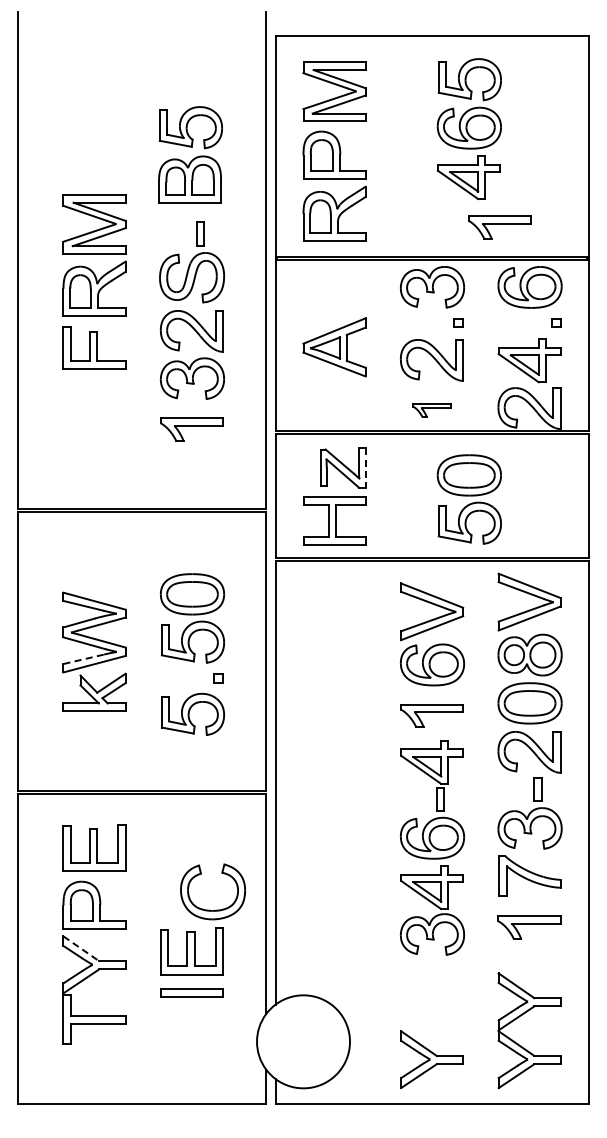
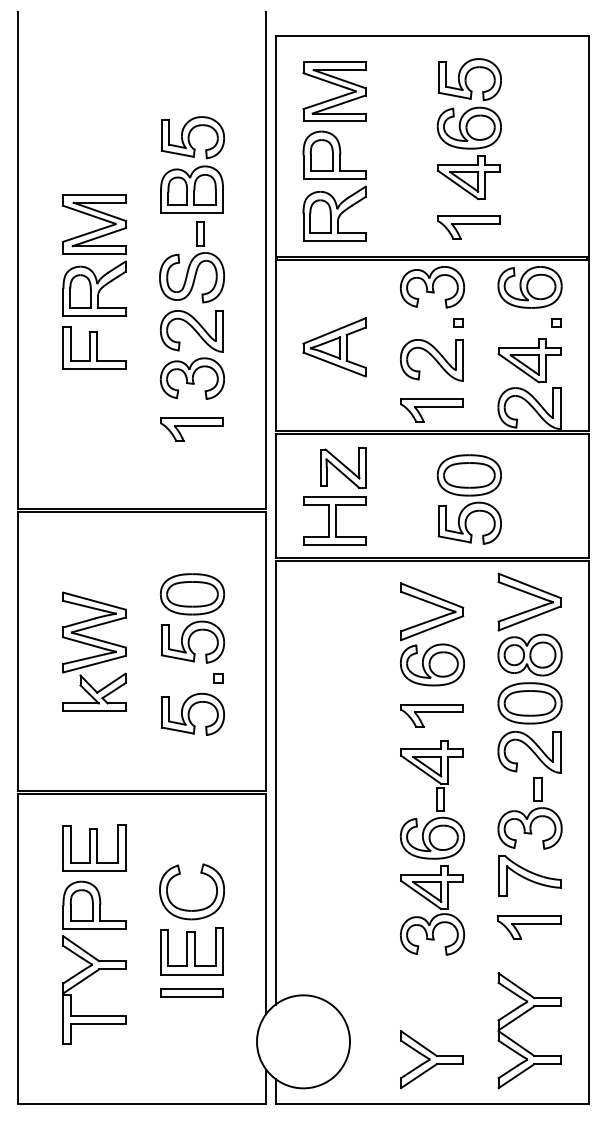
part at (190, 154) position: (190, 154) -> (192, 164)
part at (499, 227) position: (499, 227) -> (468, 227)
part at (431, 410) size: 40x15 px -> 64x25 px
line at (365, 468): dashed -> solid
line at (83, 659): dashed -> solid
part at (209, 909) position: (209, 909) -> (188, 909)
line at (81, 948): dashed -> solid
